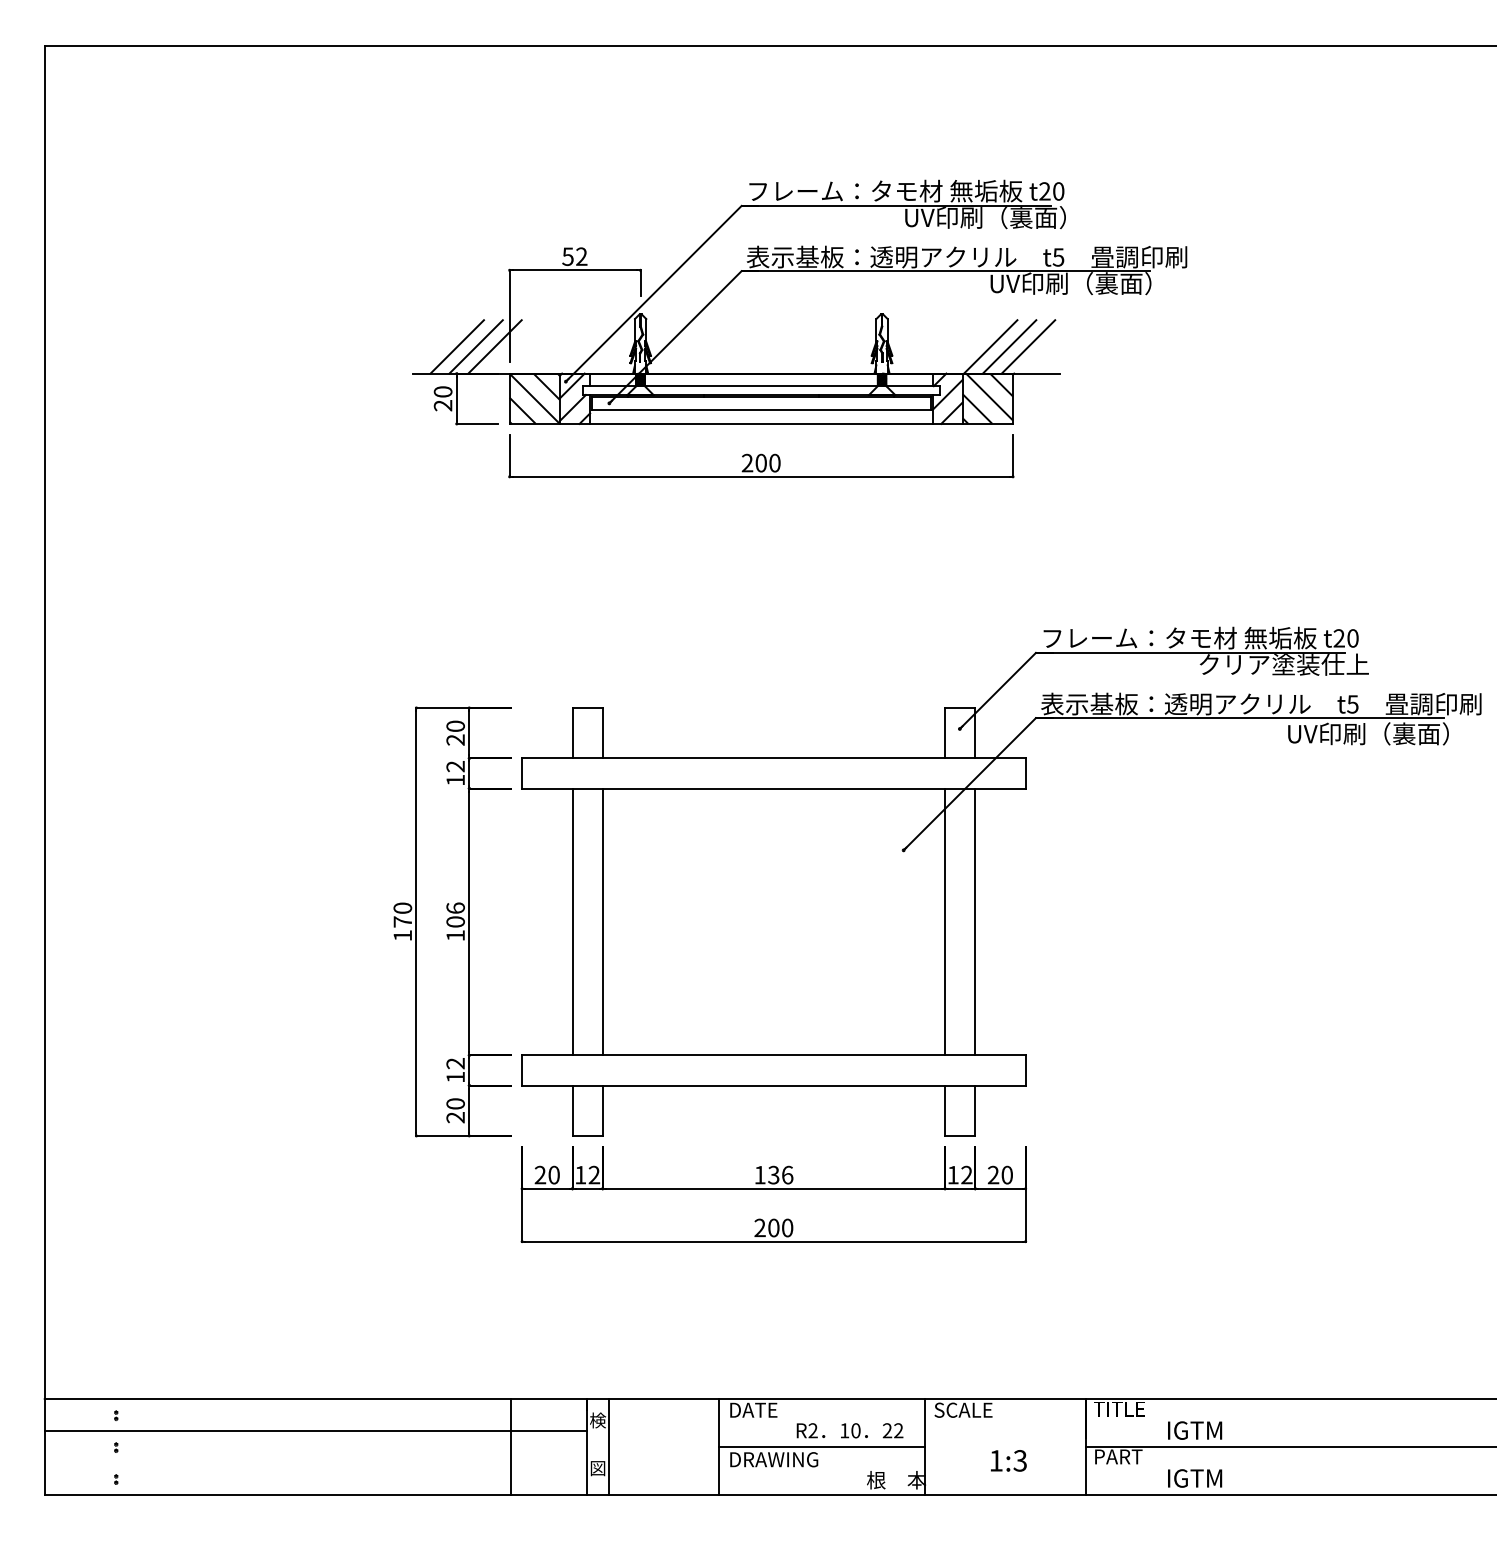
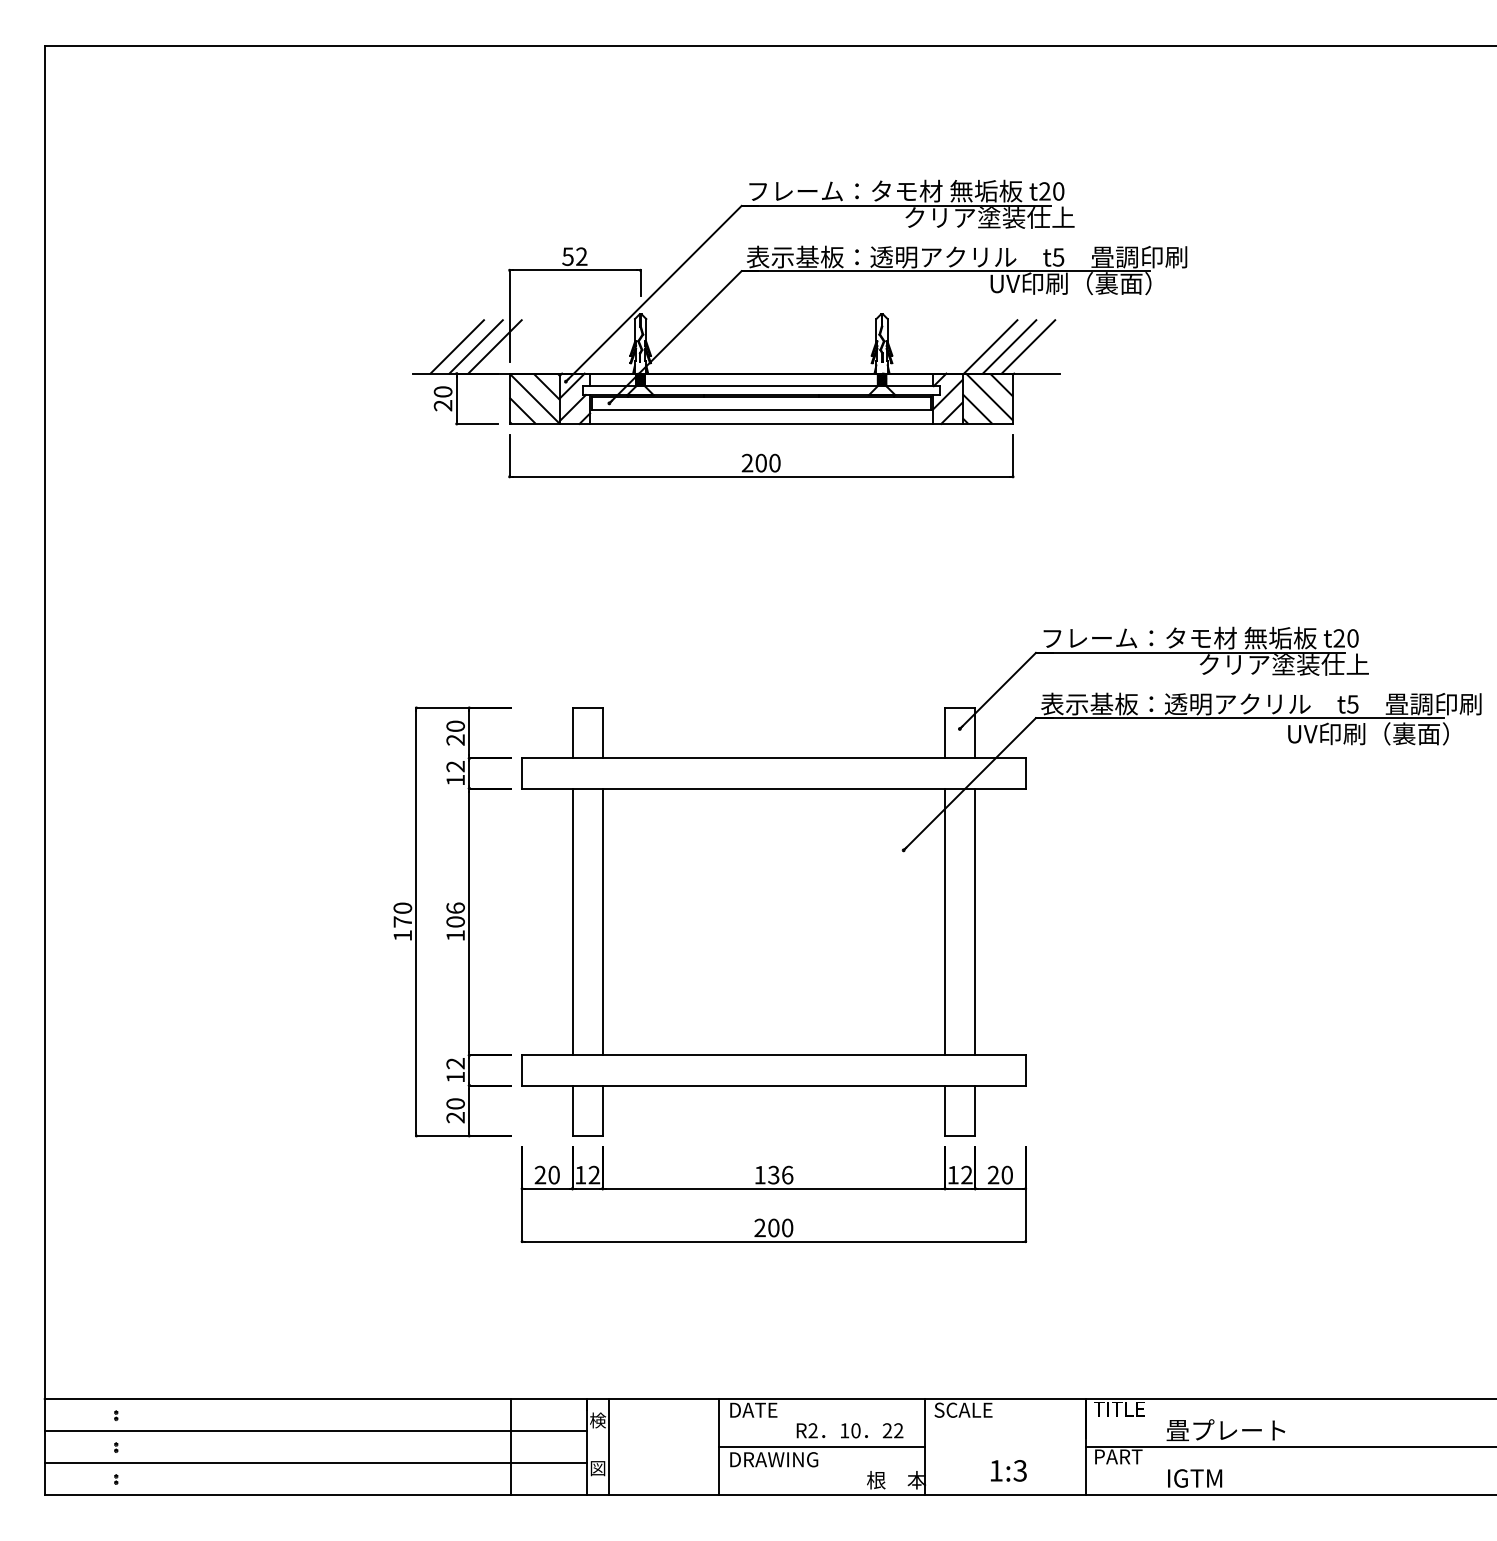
text at (989, 217): UV印刷（裏面） -> クリア塗装仕上
text at (1225, 1430): IGTM -> 畳プレート
text at (1008, 1460) position: (1008, 1460) -> (1008, 1470)
line at (315, 1462): none -> present
